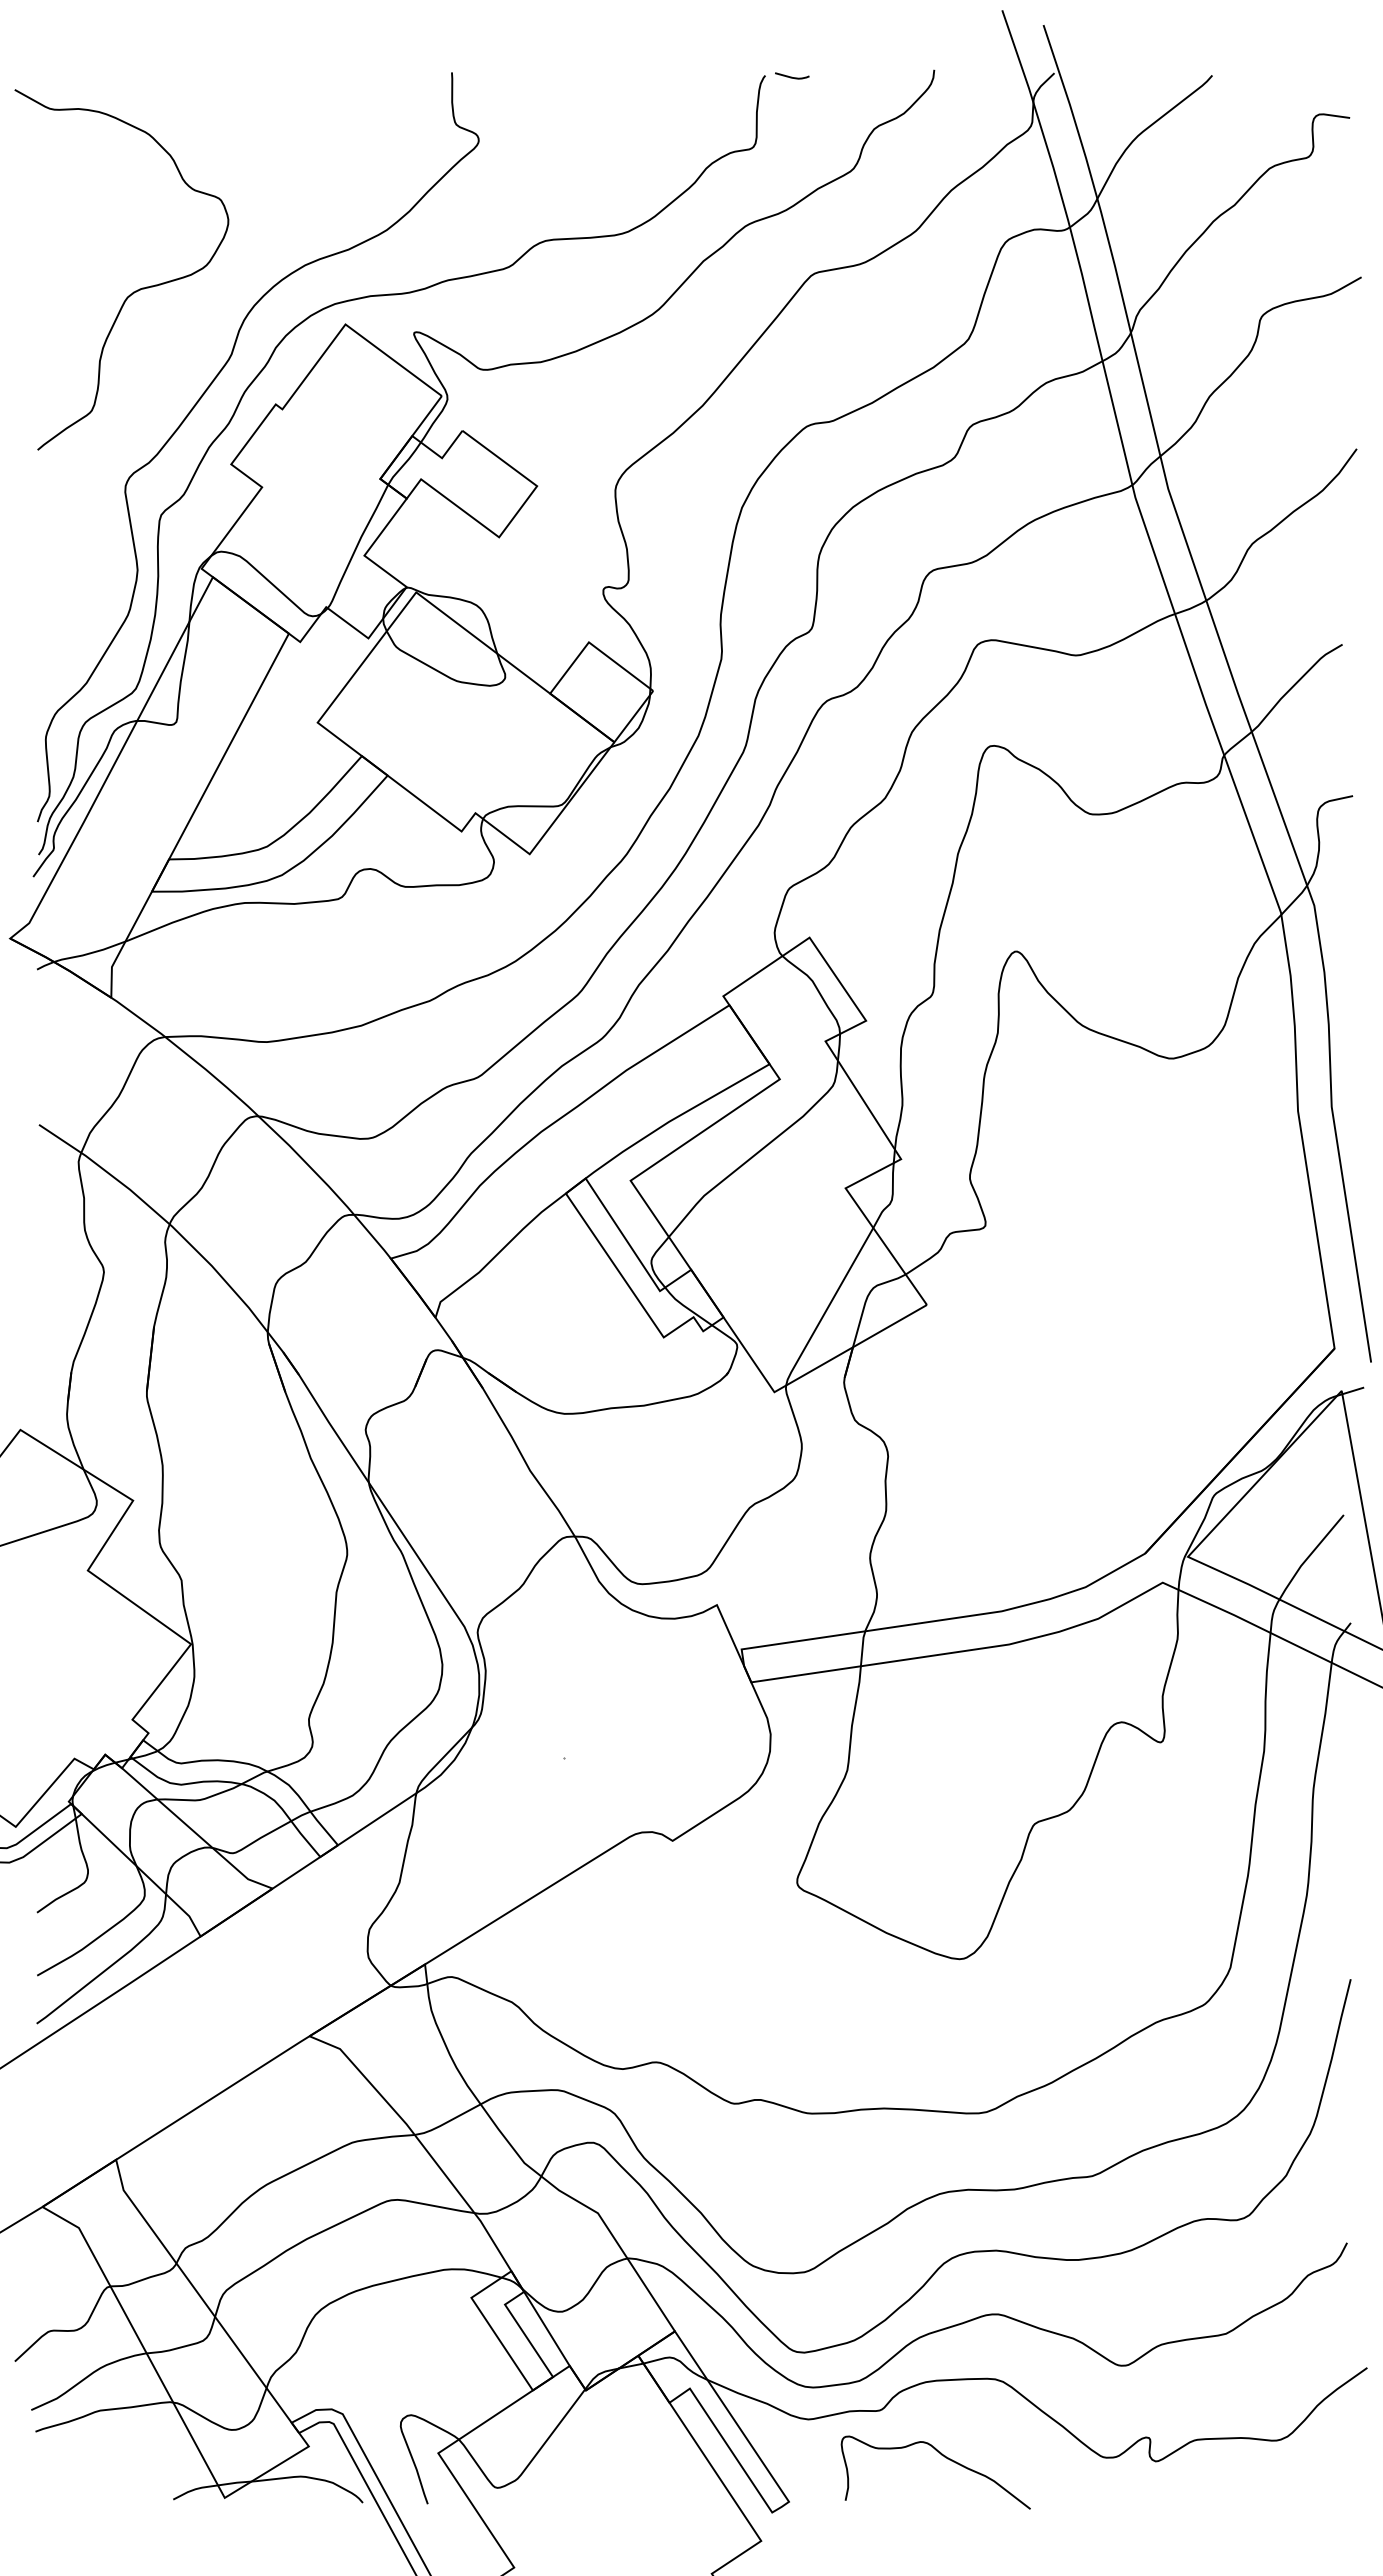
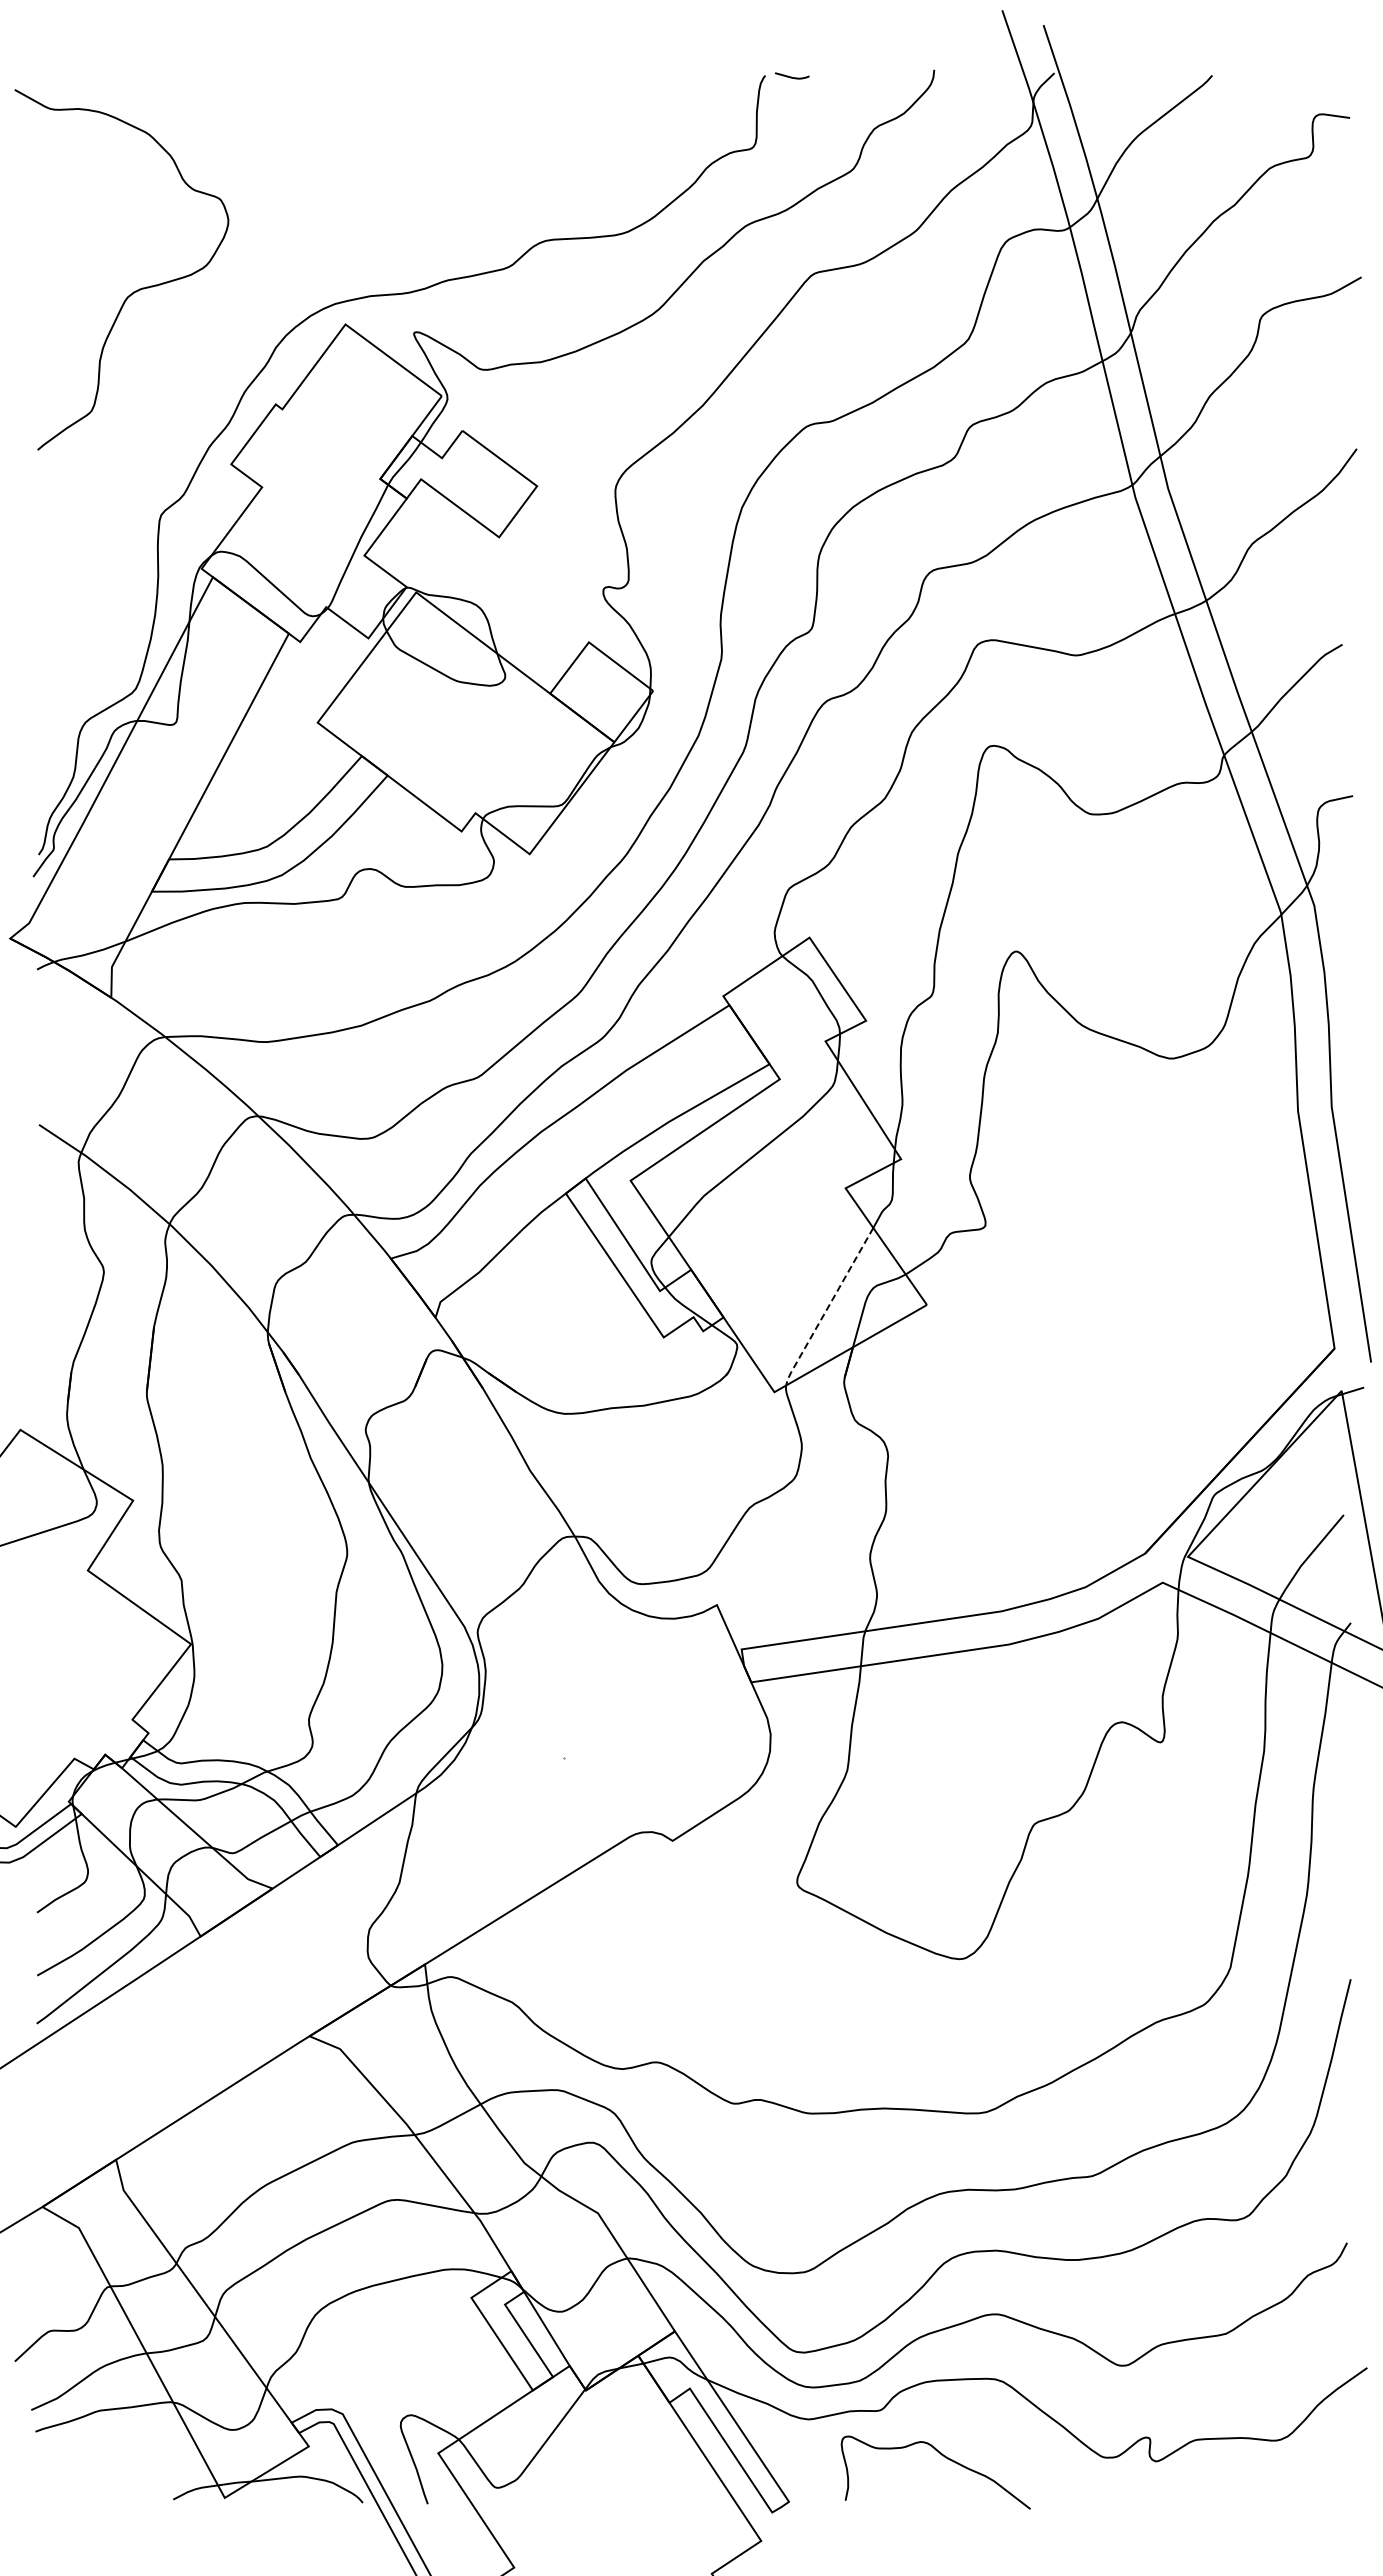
curve at (199, 401): present -> none
line at (827, 1307): solid -> dashed
